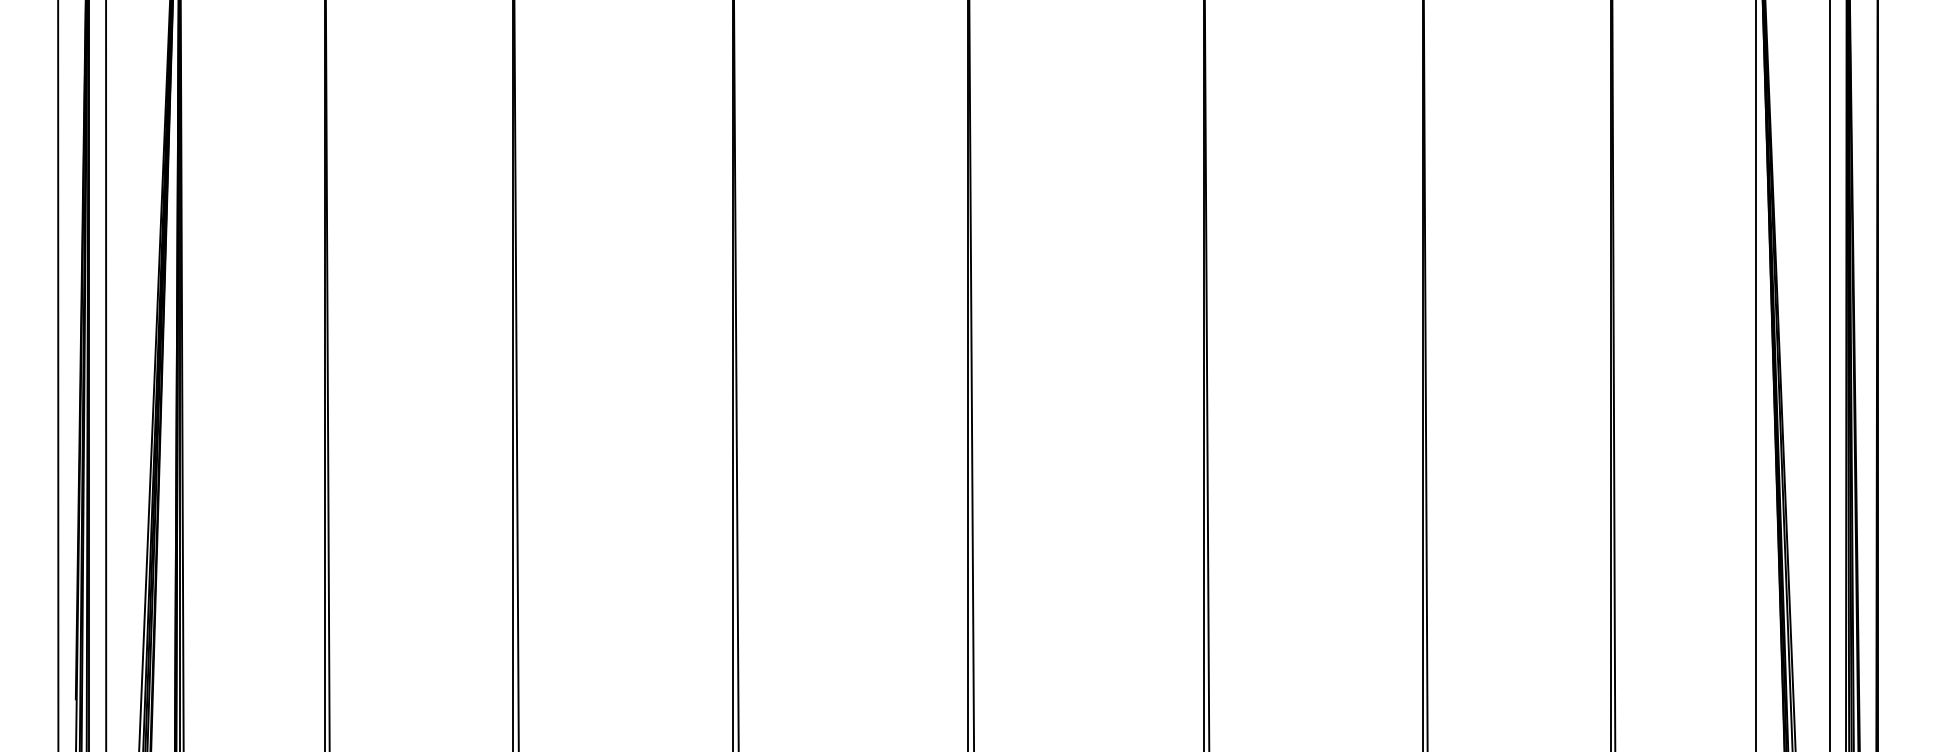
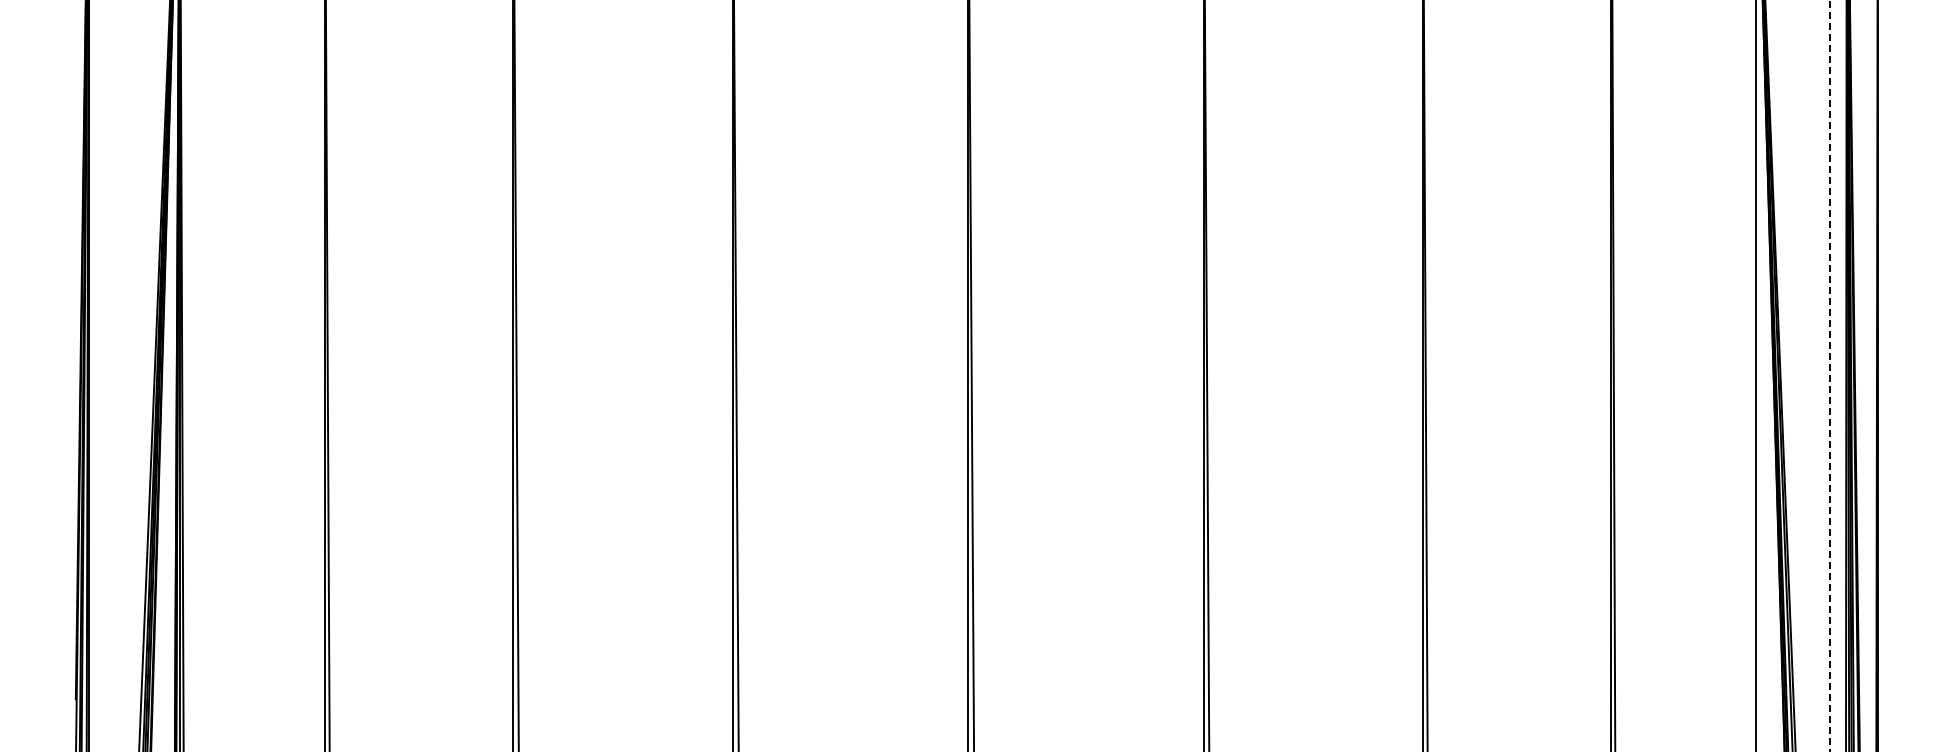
line at (58, 375): present -> none
line at (106, 375): present -> none
line at (1829, 375): solid -> dashed
